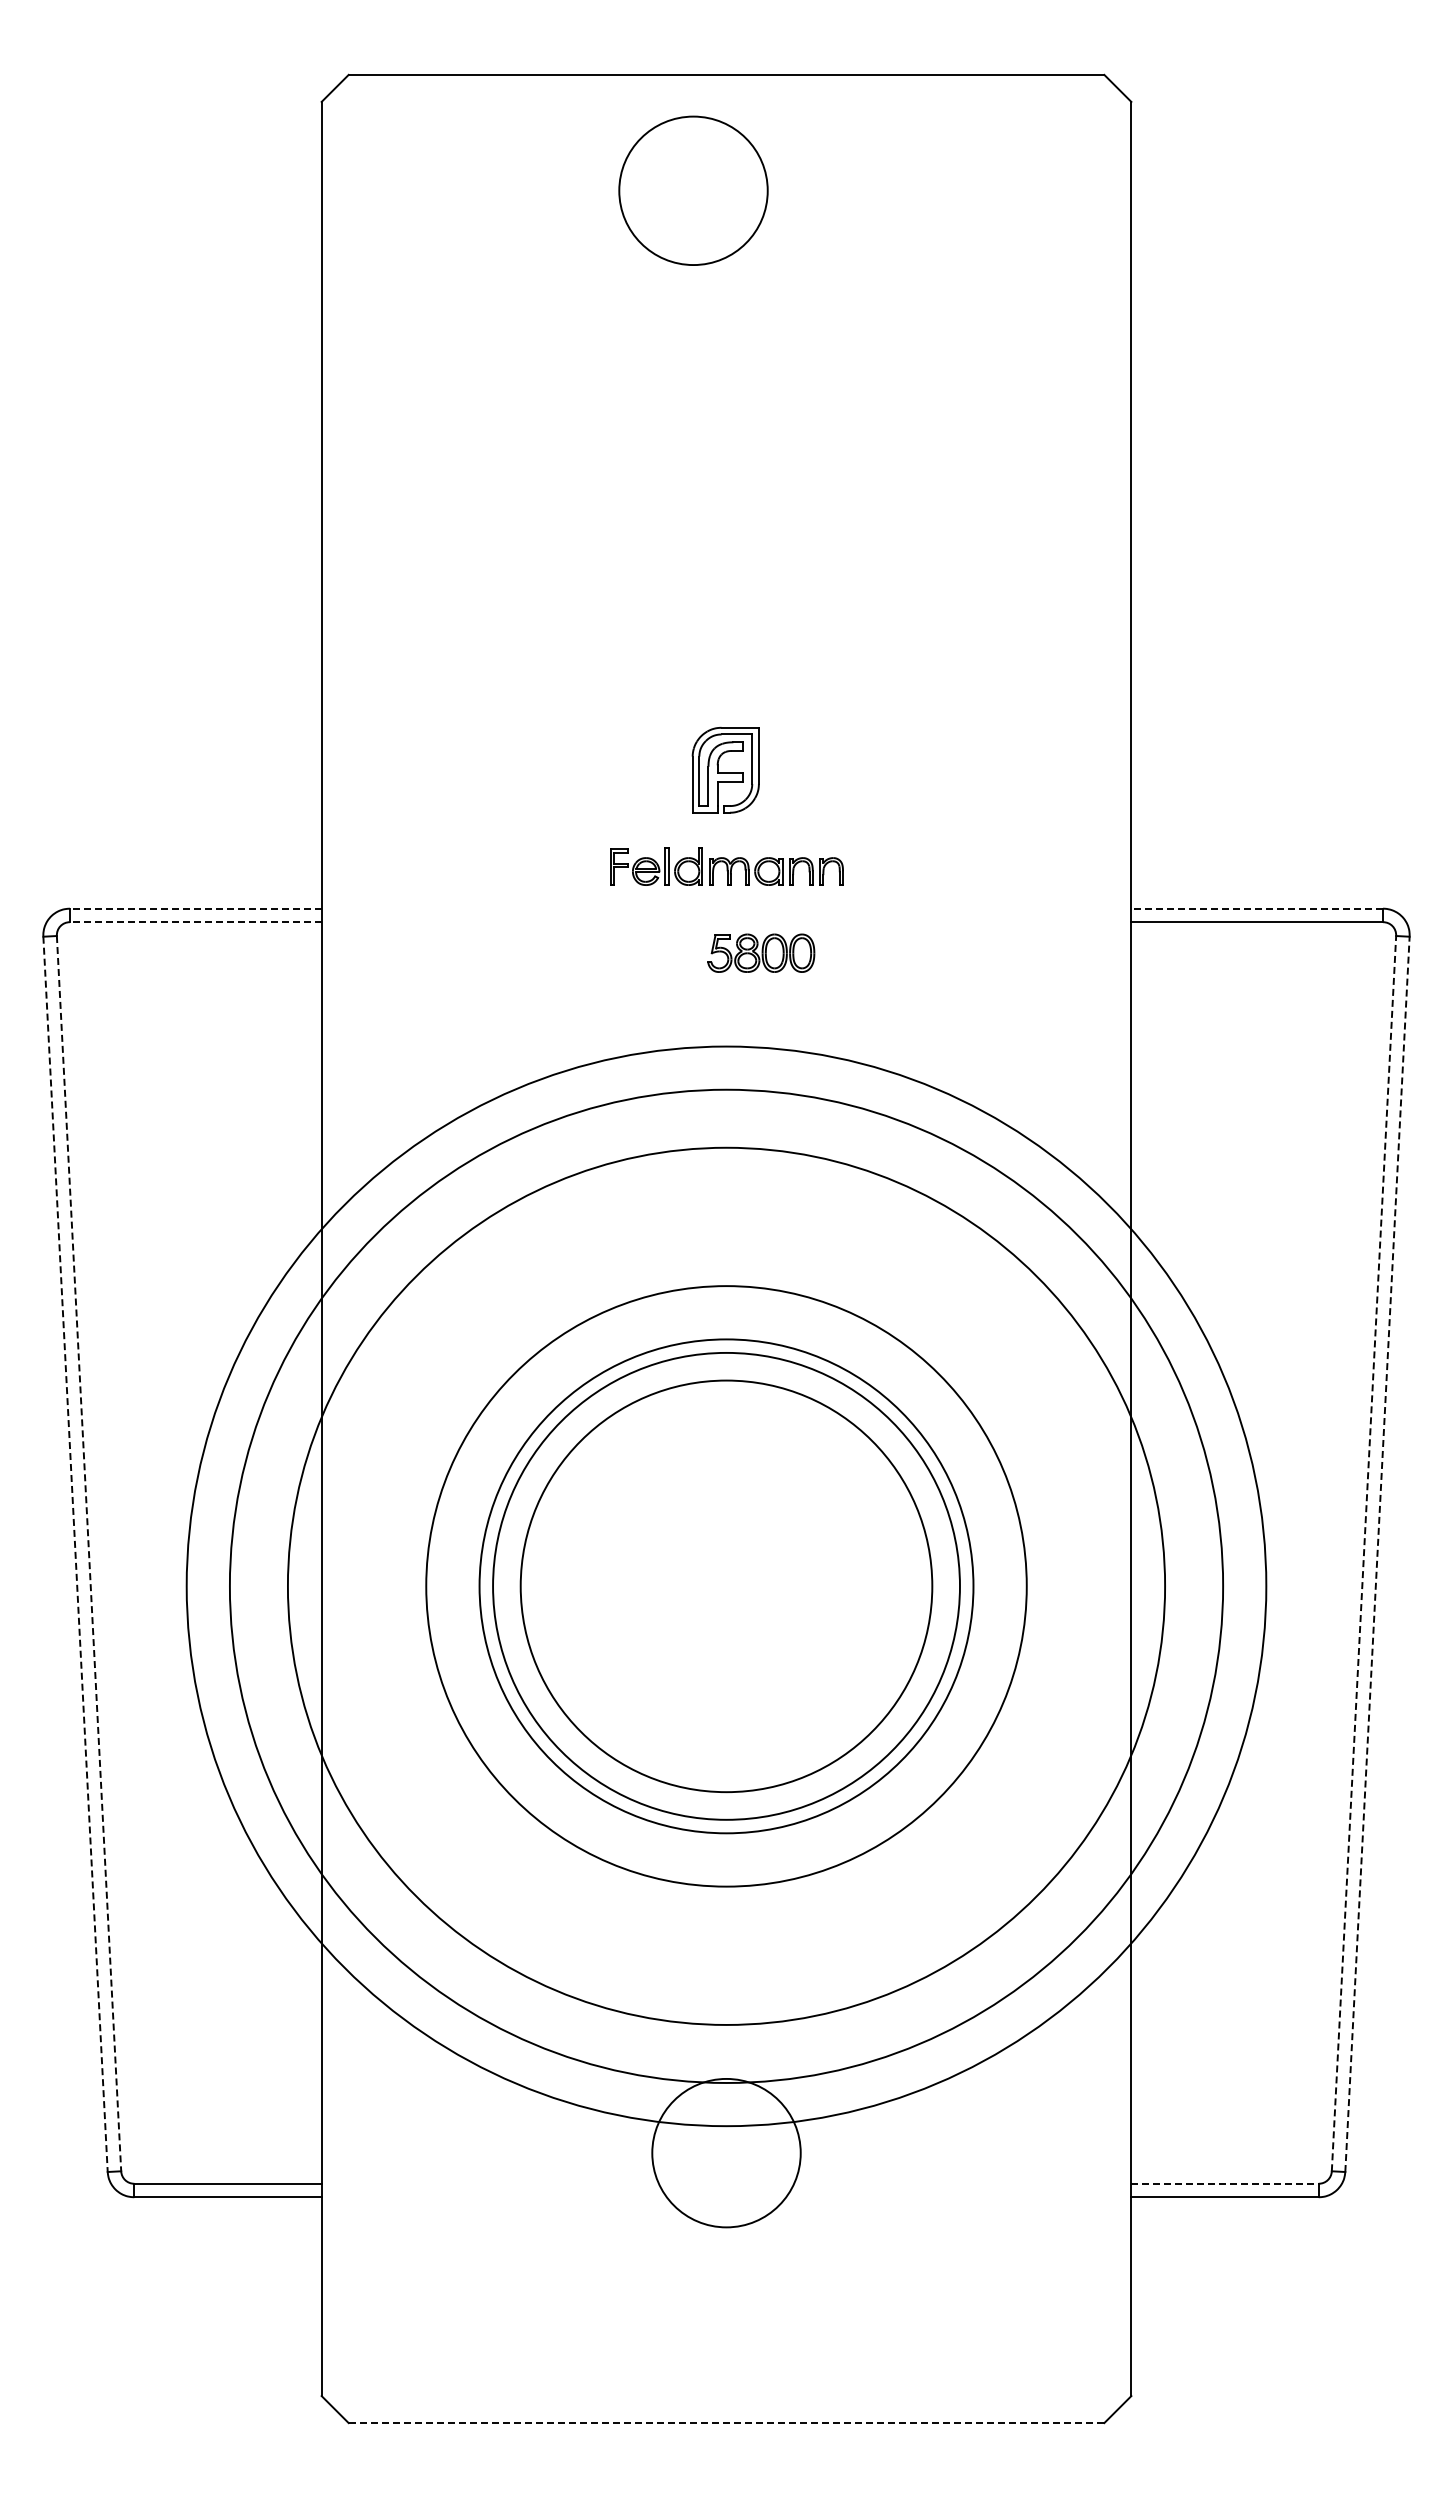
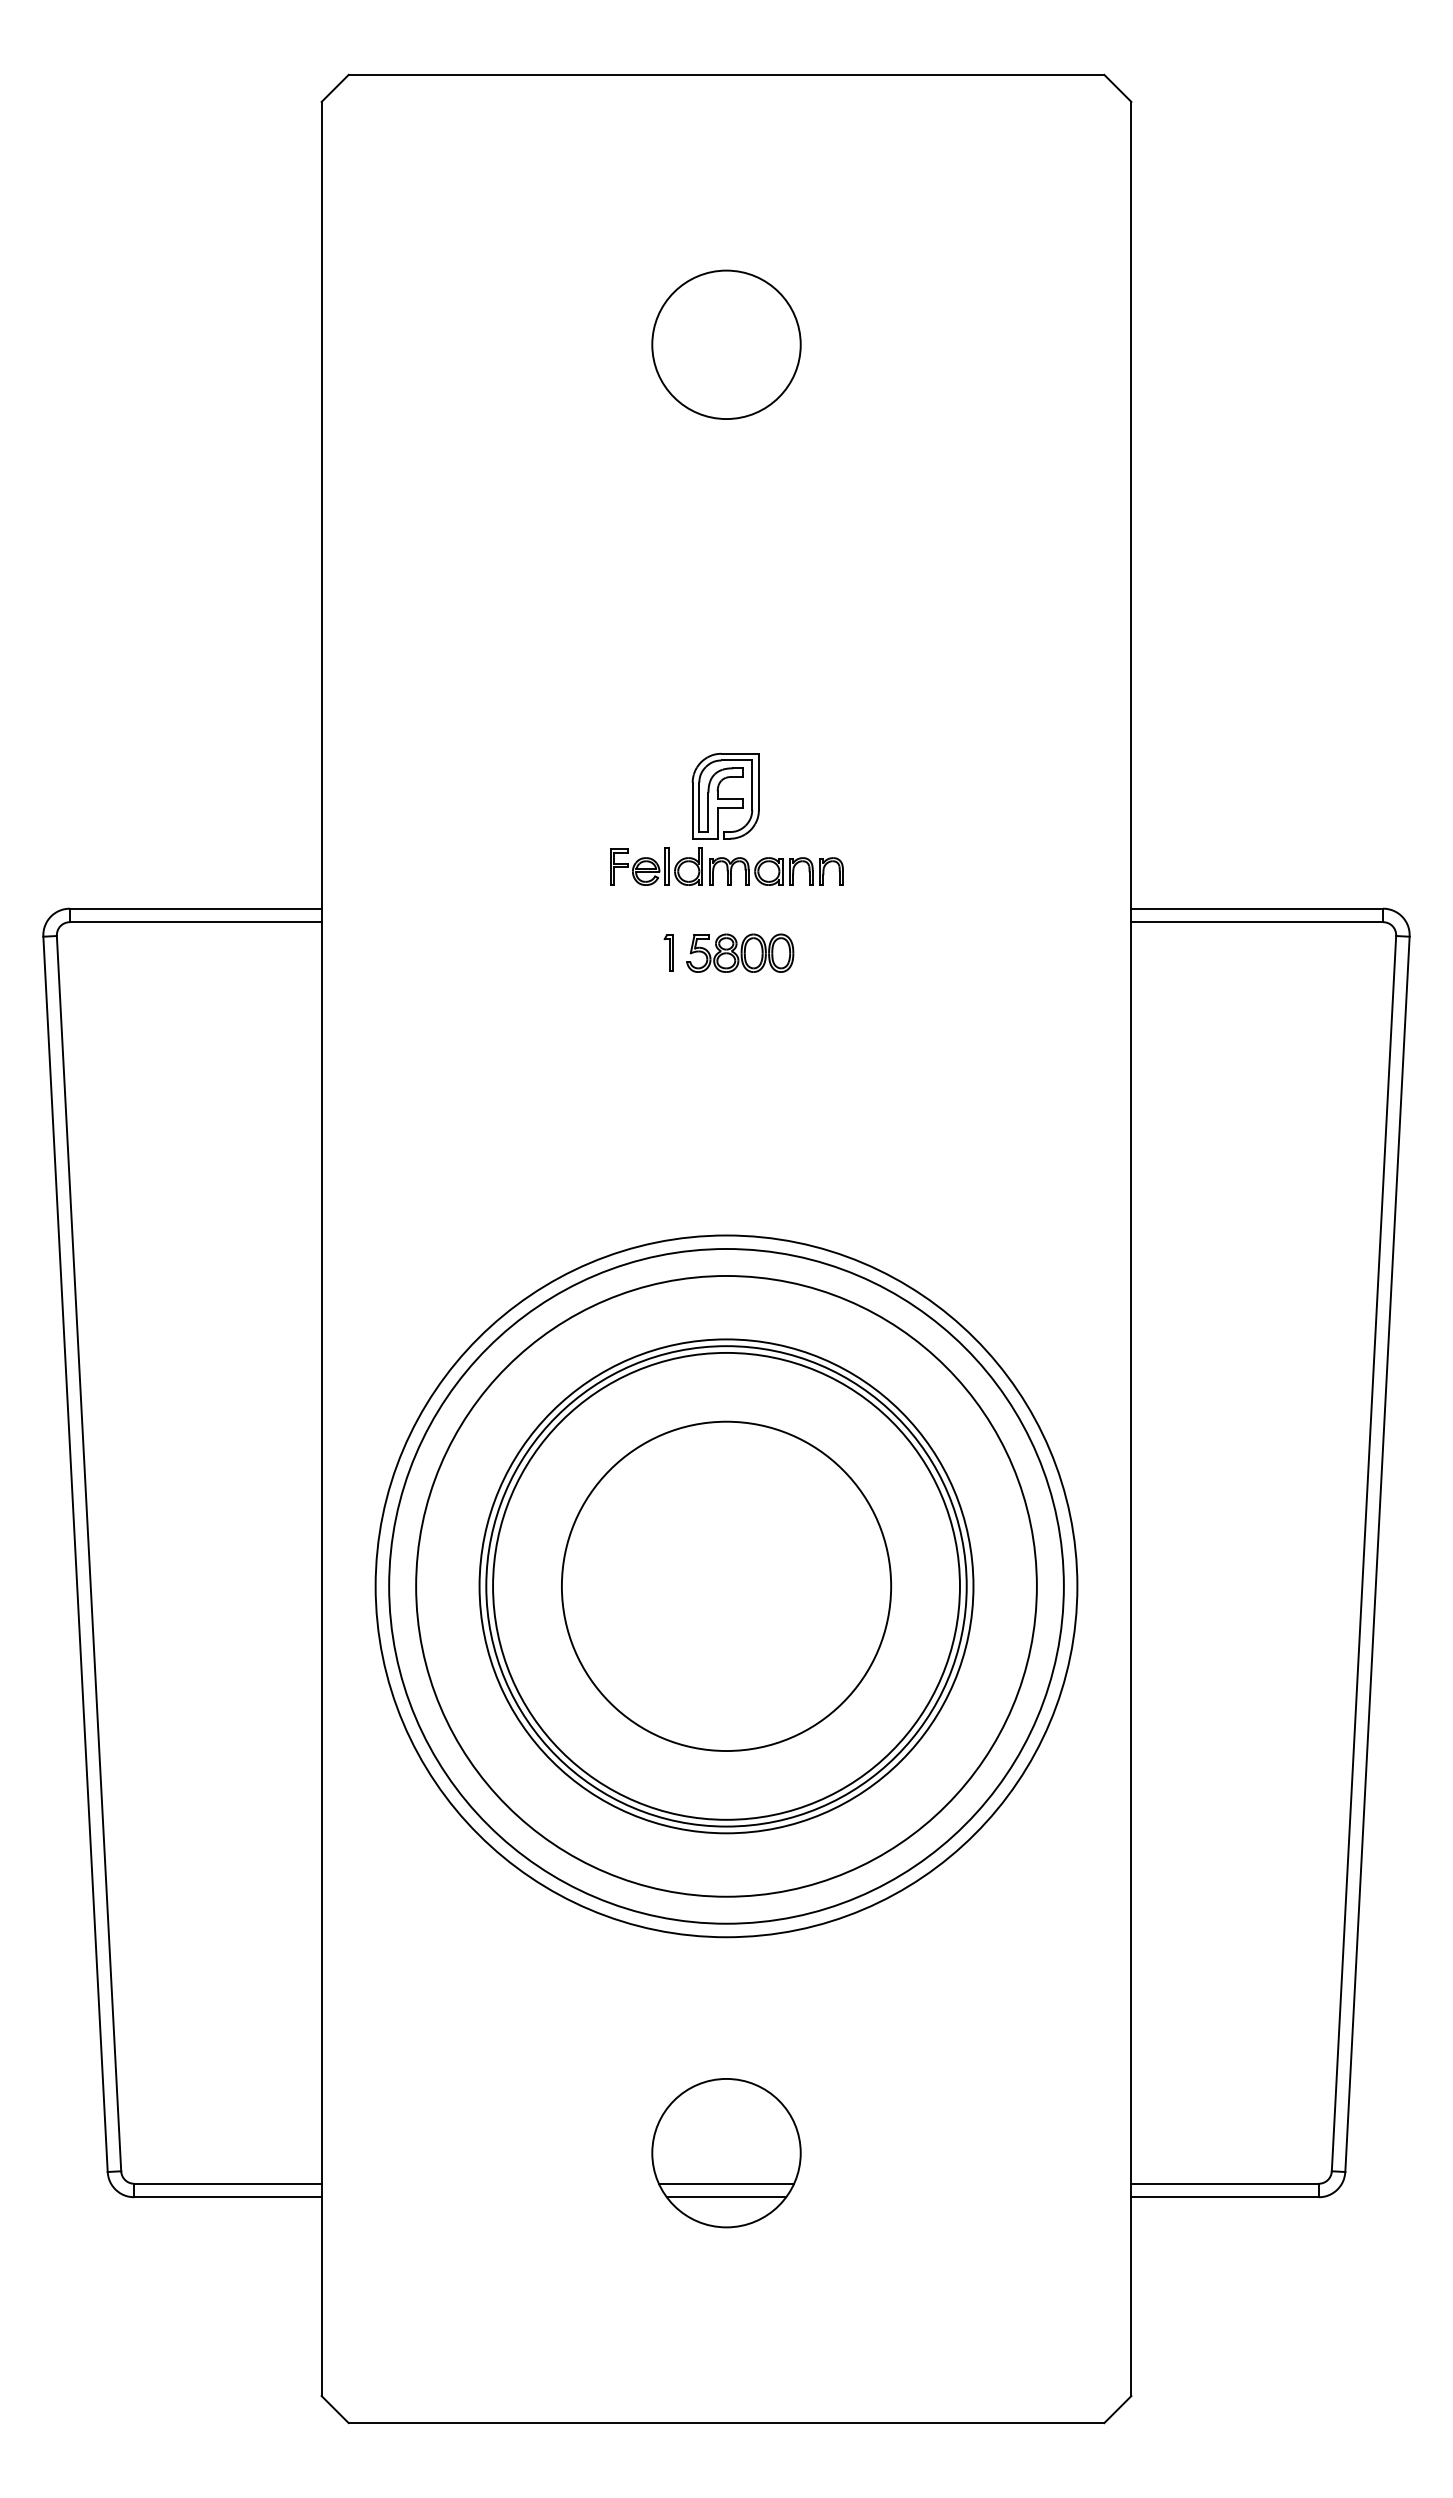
circle at (693, 190) position: (693, 190) -> (726, 344)
part at (725, 769) position: (725, 769) -> (725, 795)
line at (195, 908): dashed -> solid
line at (1257, 908): dashed -> solid
line at (195, 922): dashed -> solid
part at (668, 952): none -> present
part at (761, 952) position: (761, 952) -> (740, 952)
line at (1364, 1553): dashed -> solid
line at (1377, 1553): dashed -> solid
line at (75, 1554): dashed -> solid
line at (89, 1554): dashed -> solid
circle at (726, 1585) diameter: 877 px -> 702 px
circle at (726, 1585) diameter: 993 px -> 621 px
circle at (726, 1586) diameter: 1080 px -> 675 px
circle at (726, 1586) diameter: 412 px -> 329 px
circle at (726, 1586) diameter: 601 px -> 480 px
line at (726, 2183): none -> present
line at (1225, 2183): dashed -> solid
line at (726, 2197): none -> present
line at (726, 2423): dashed -> solid
